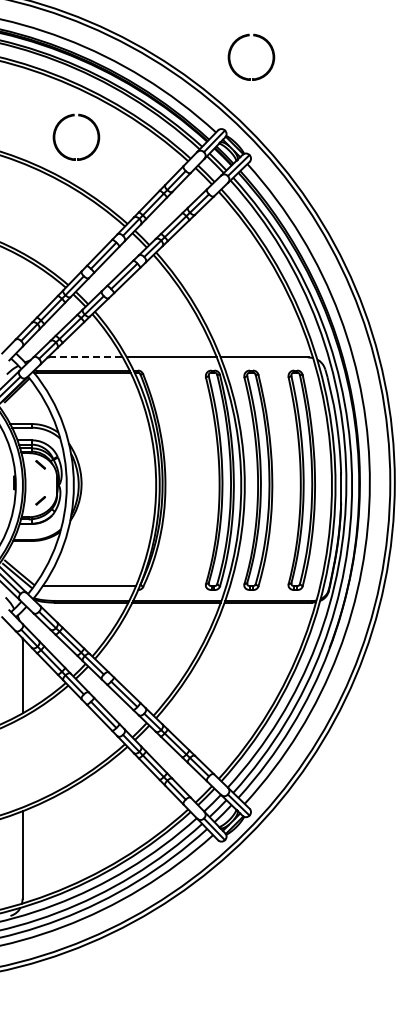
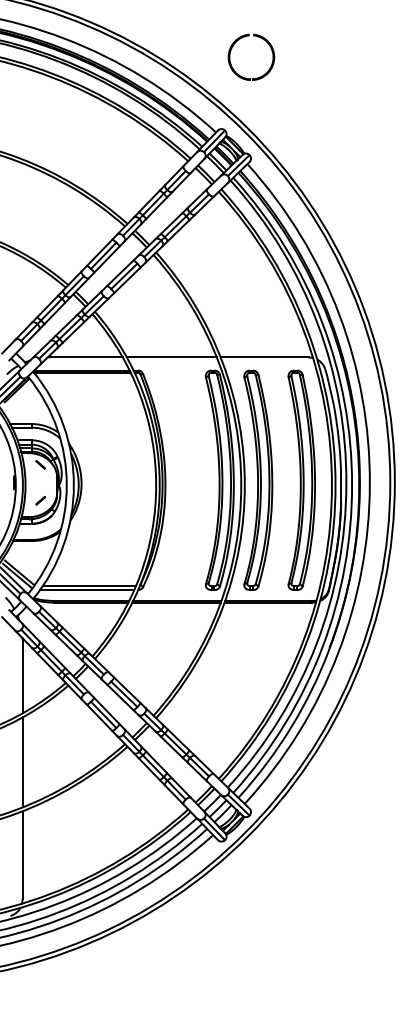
part at (70, 117): present -> none
line at (85, 357): dashed -> solid
line at (87, 590): none -> present
line at (22, 762): none -> present
